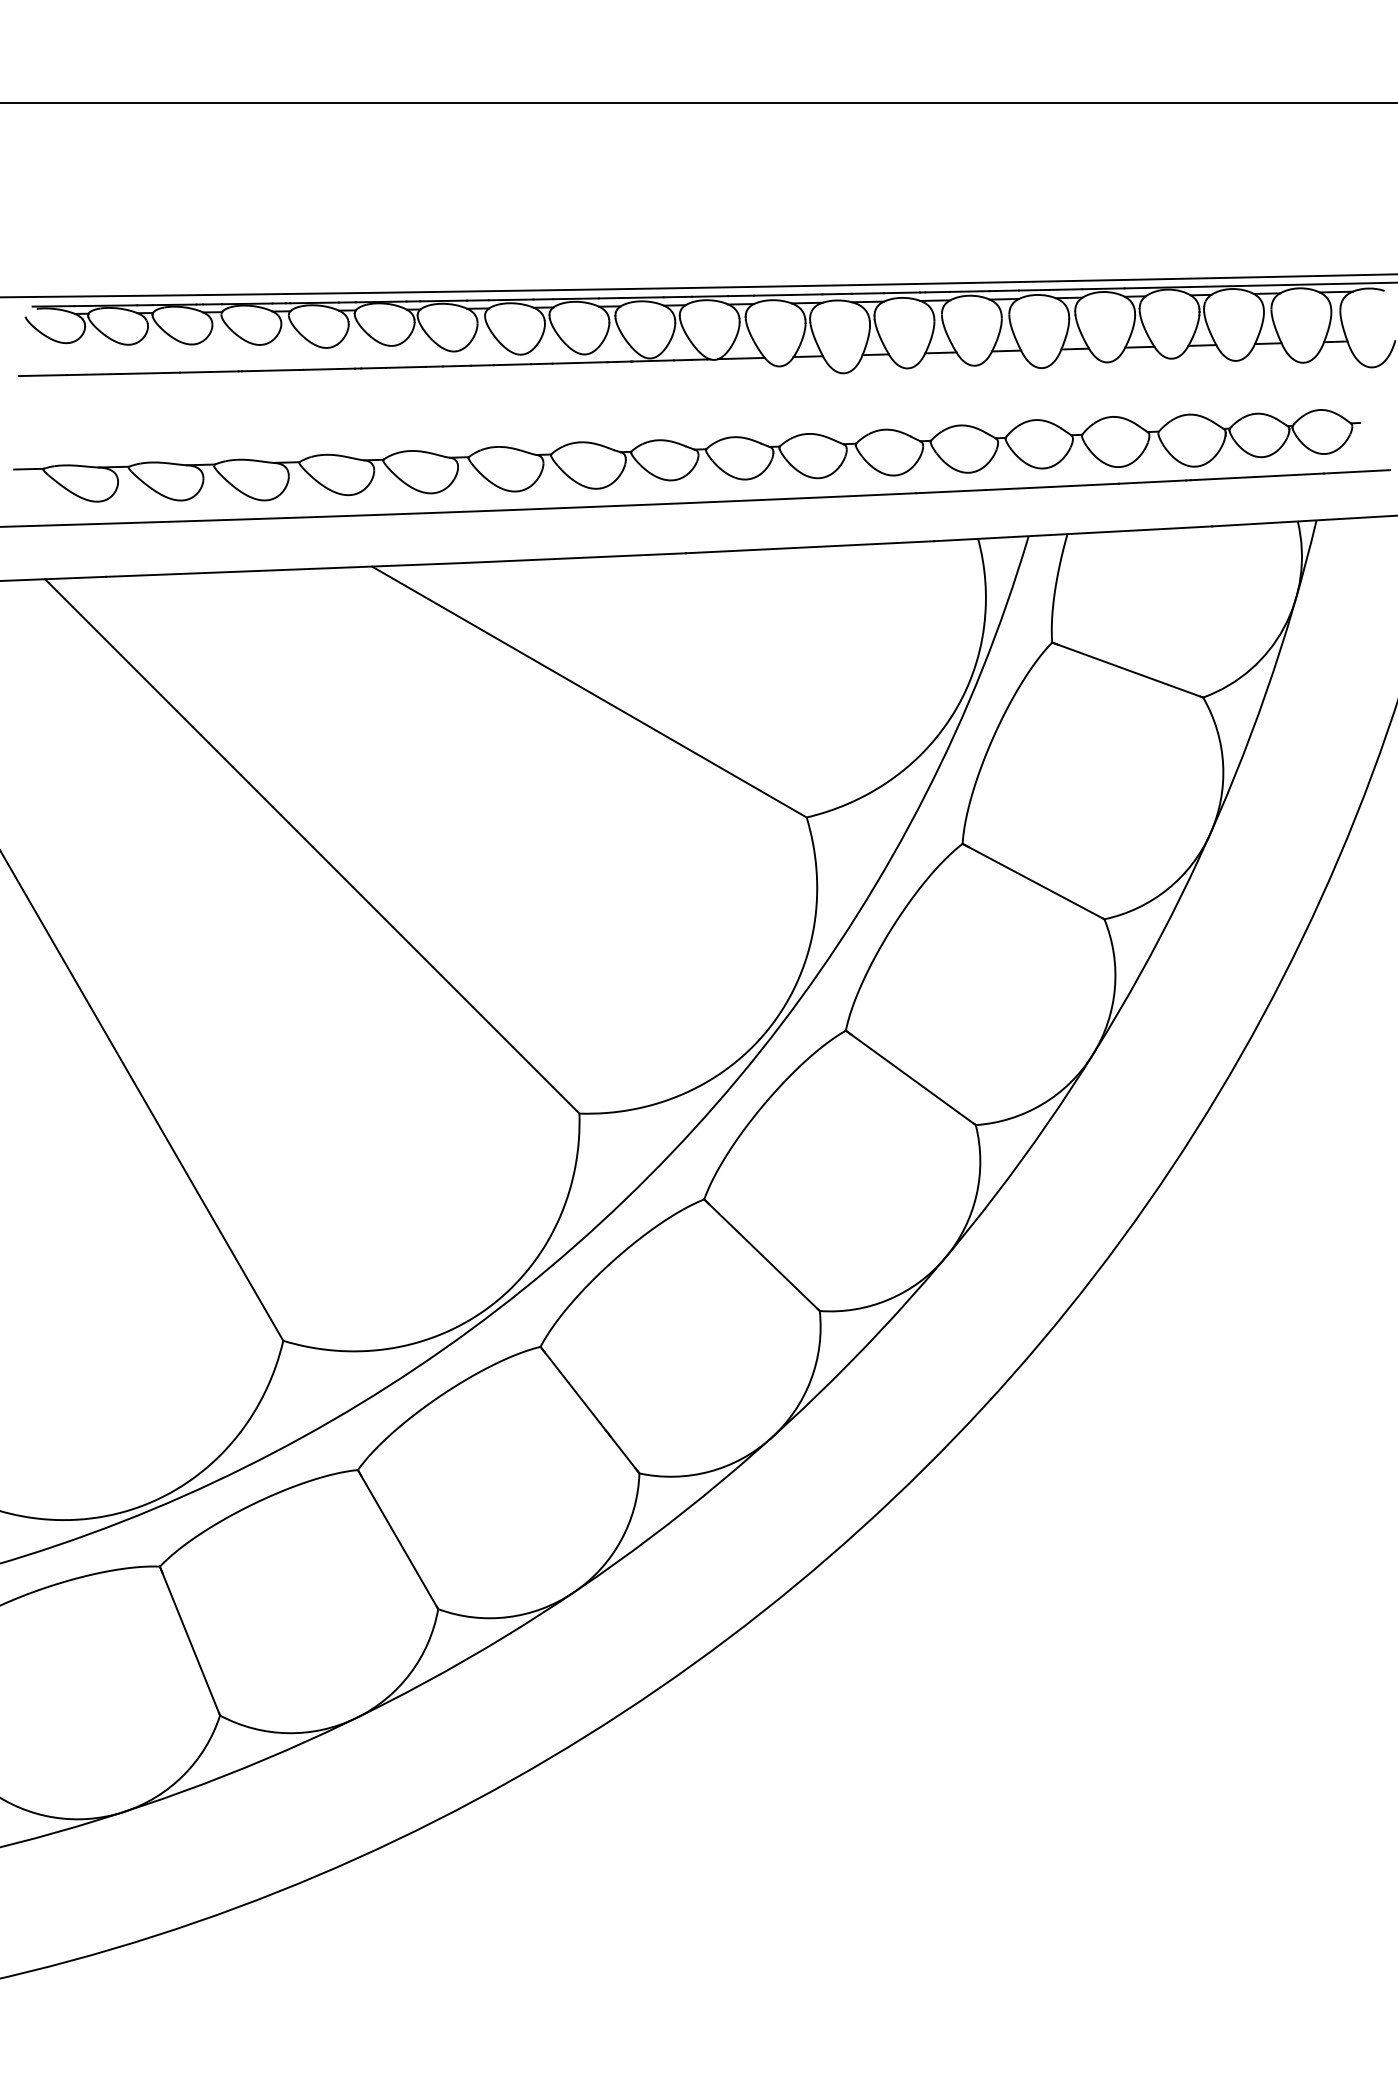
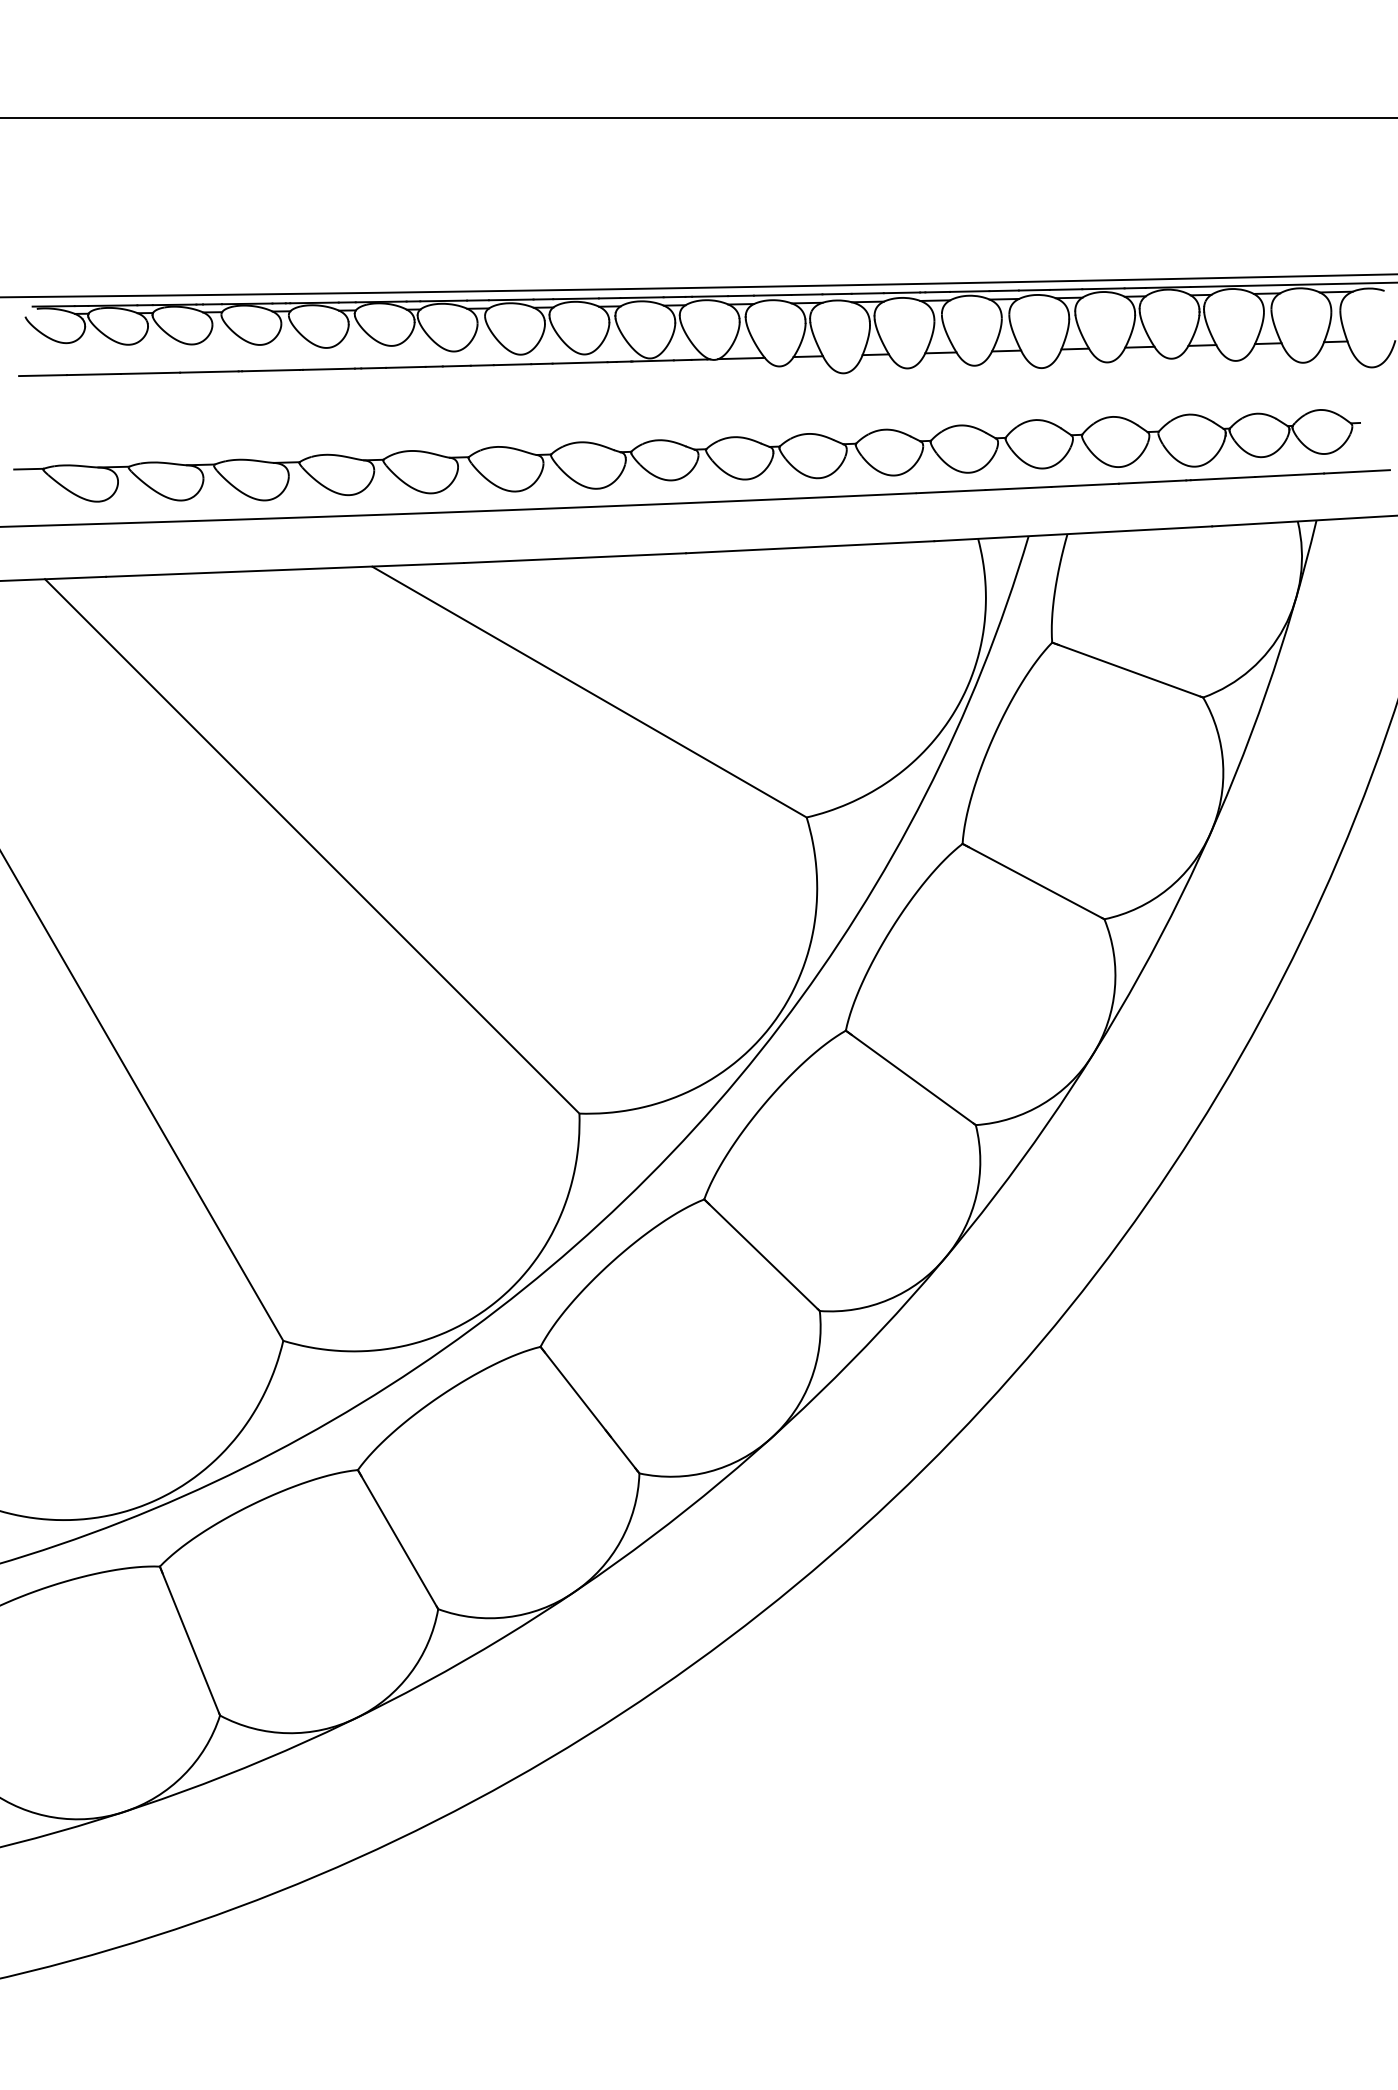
line at (698, 102) position: (698, 102) -> (698, 117)
